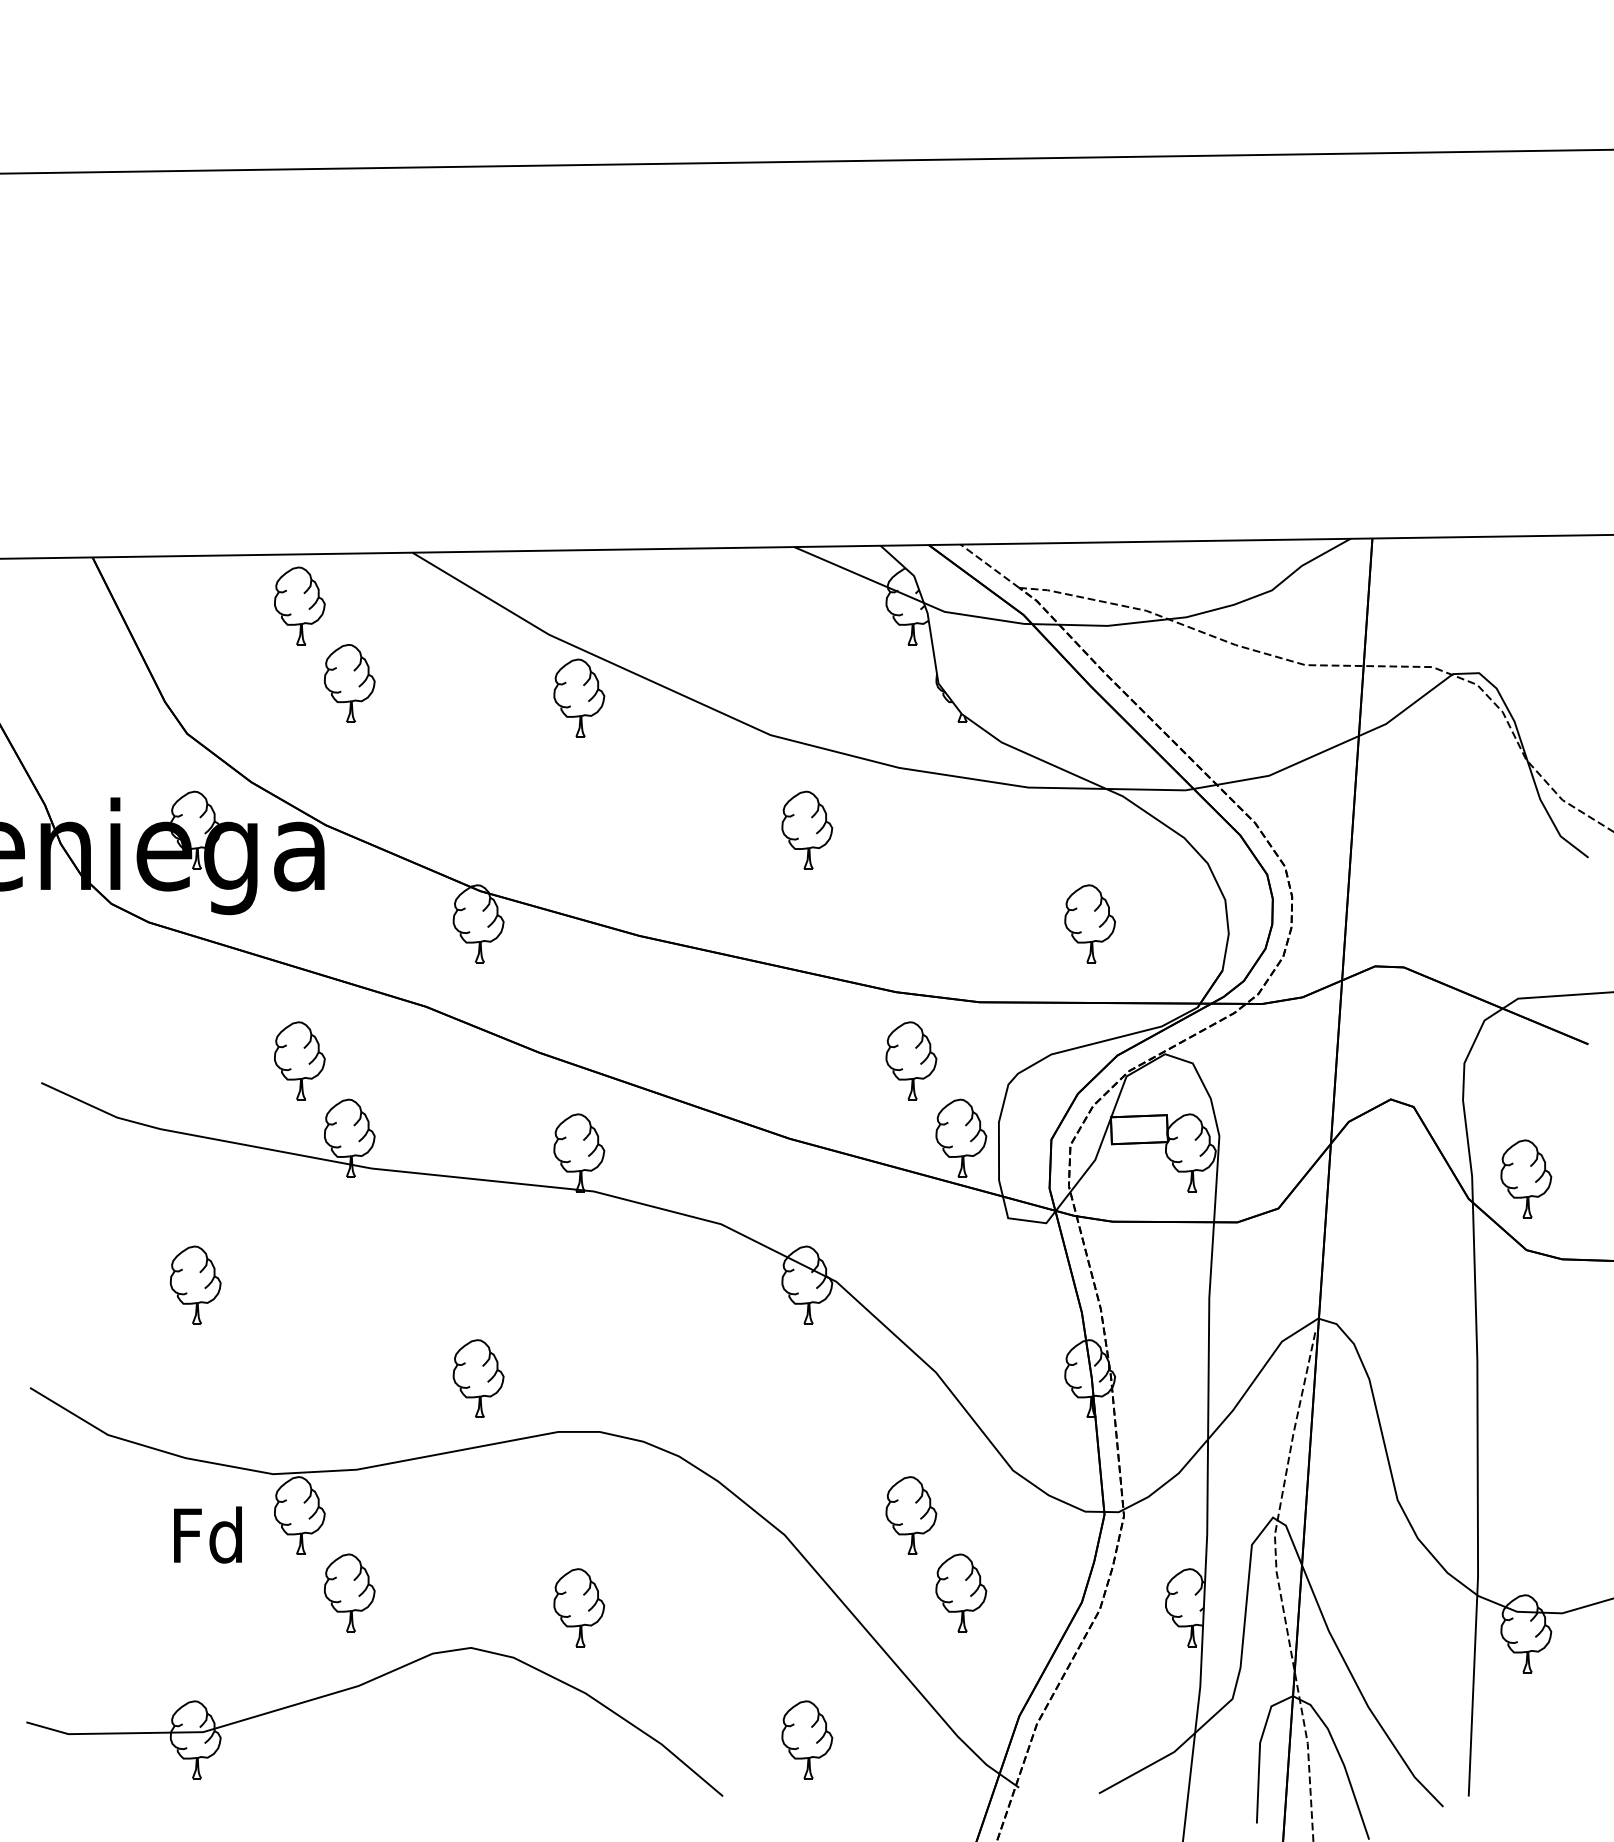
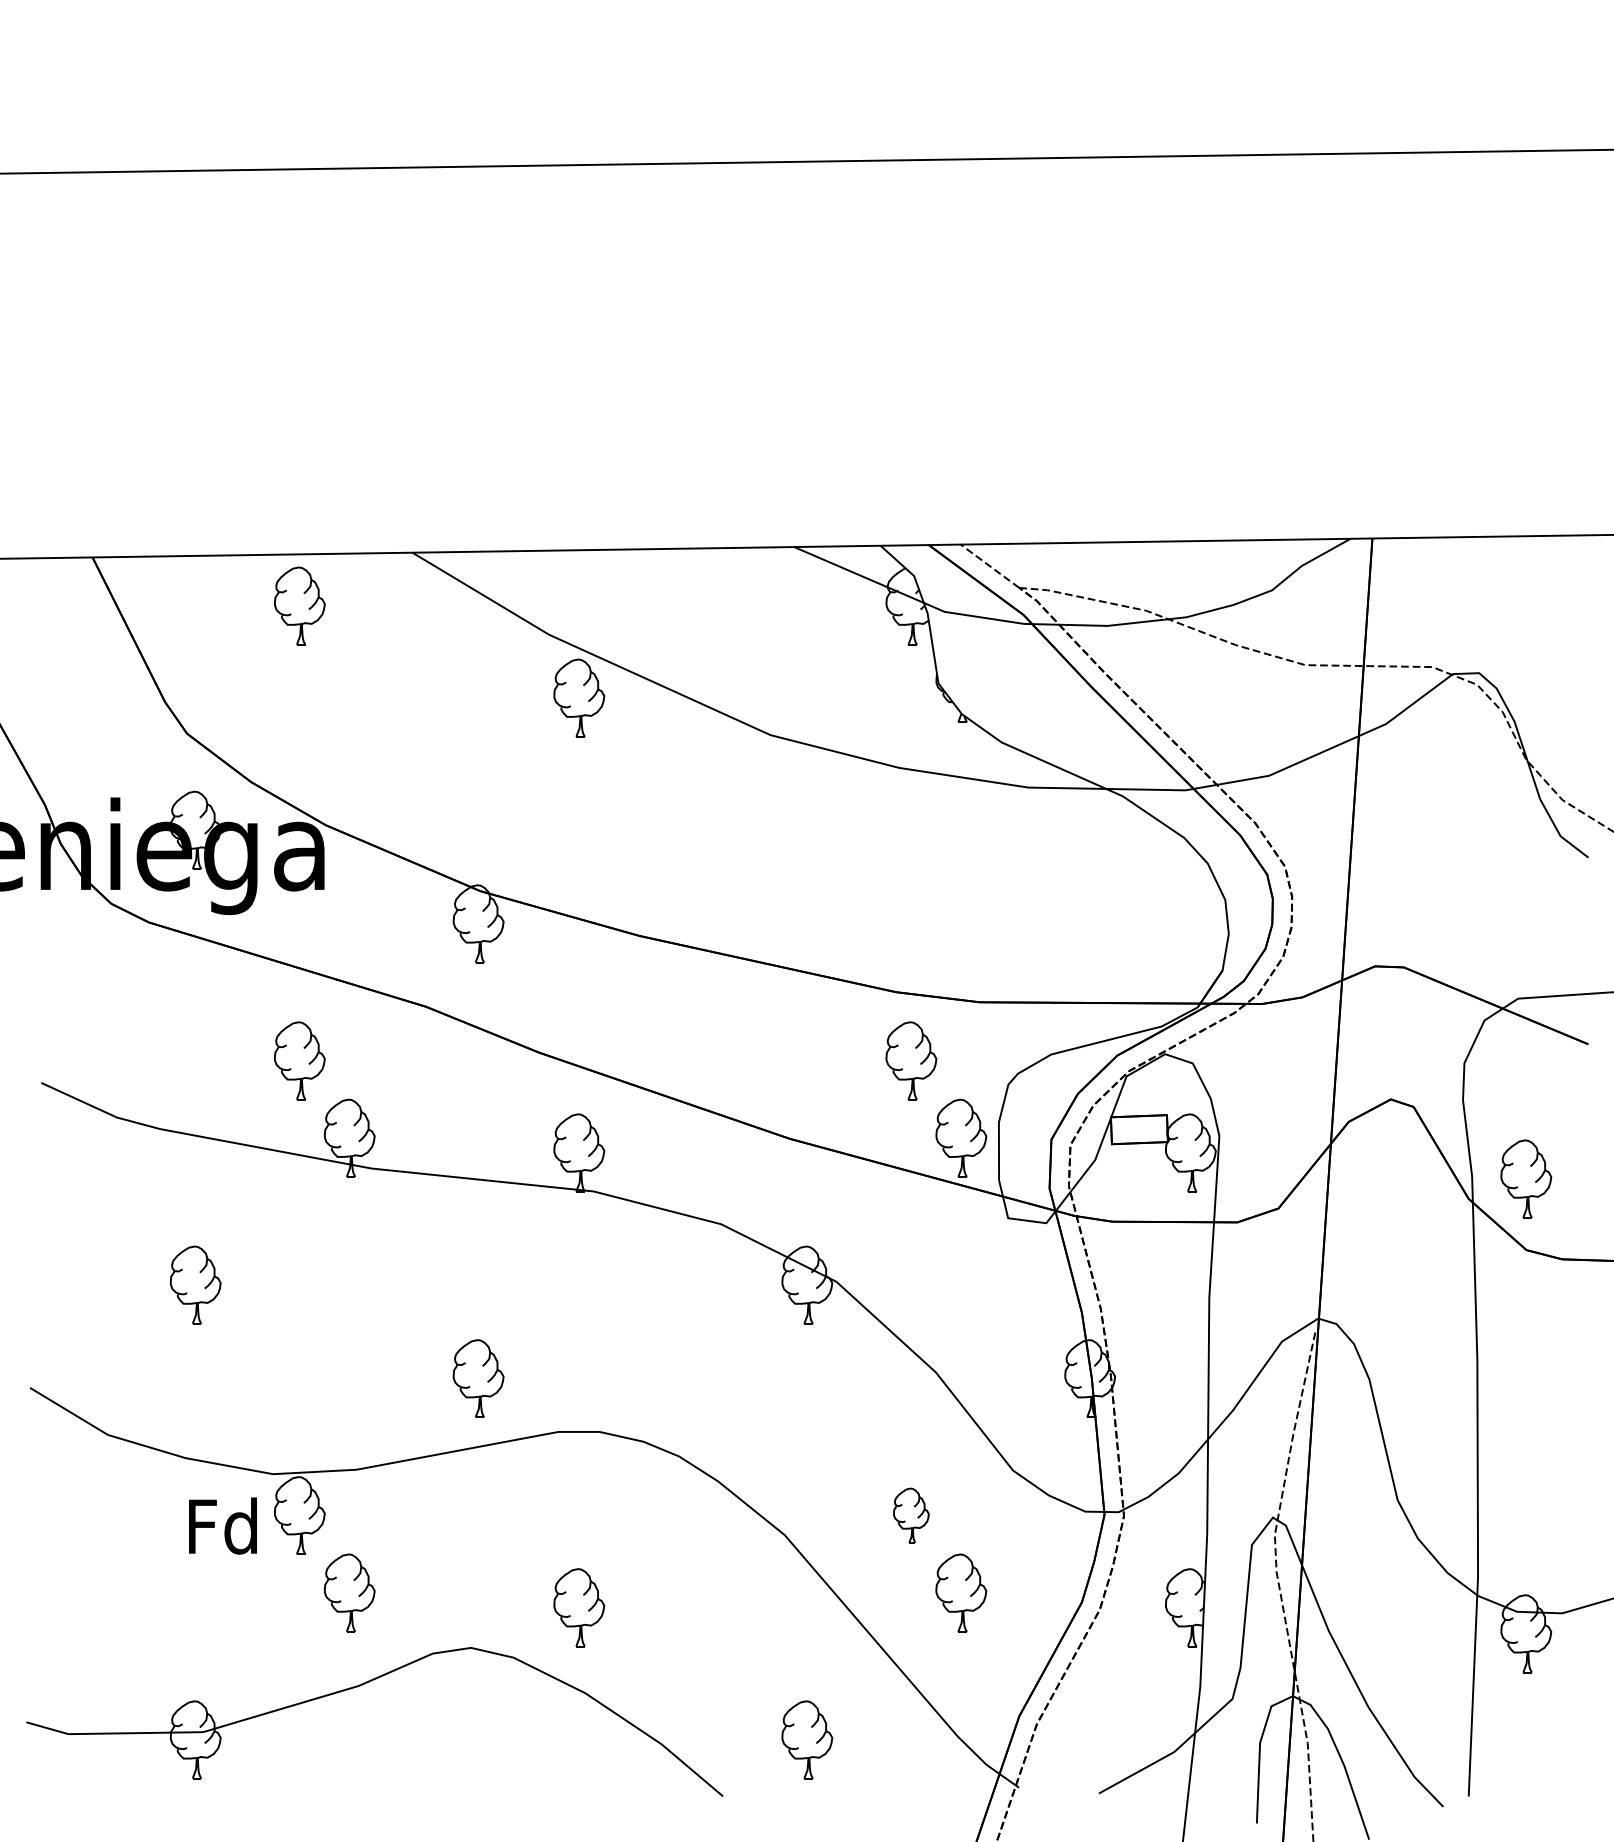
part at (349, 683): present -> none
part at (807, 829): present -> none
part at (1089, 923): present -> none
part at (911, 1515) size: 53x79 px -> 37x57 px
text at (207, 1534) position: (207, 1534) -> (222, 1525)
